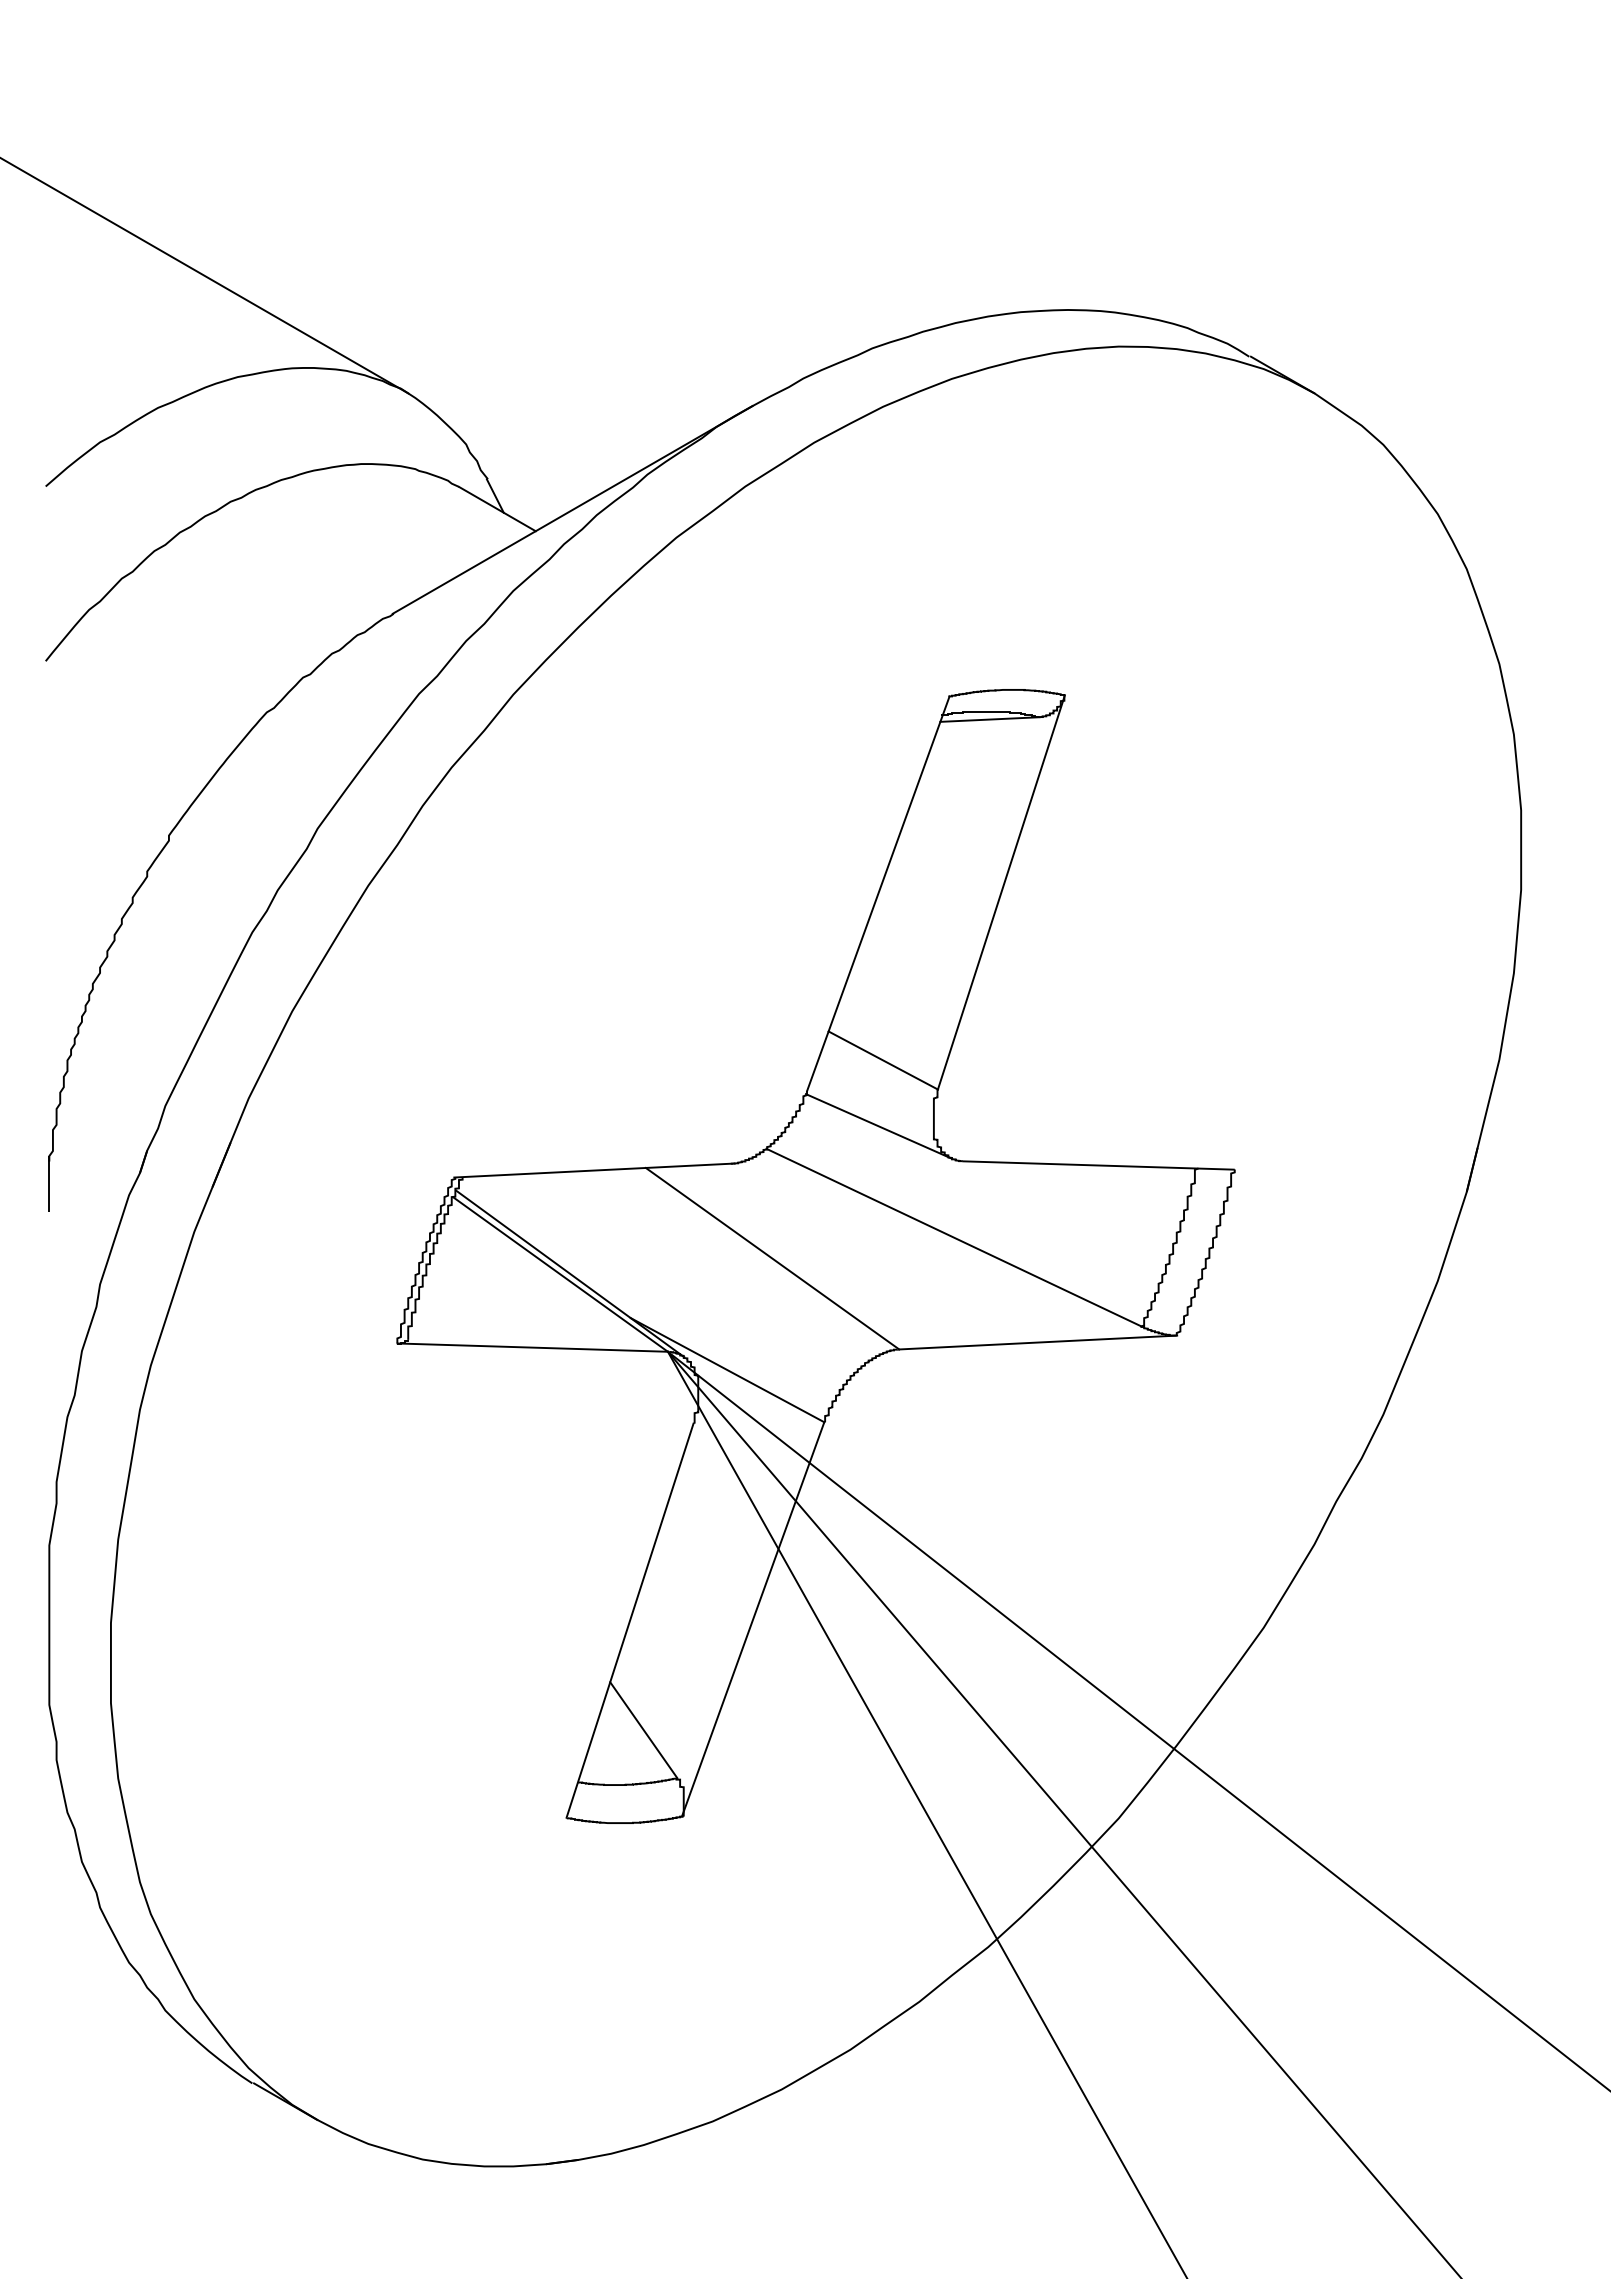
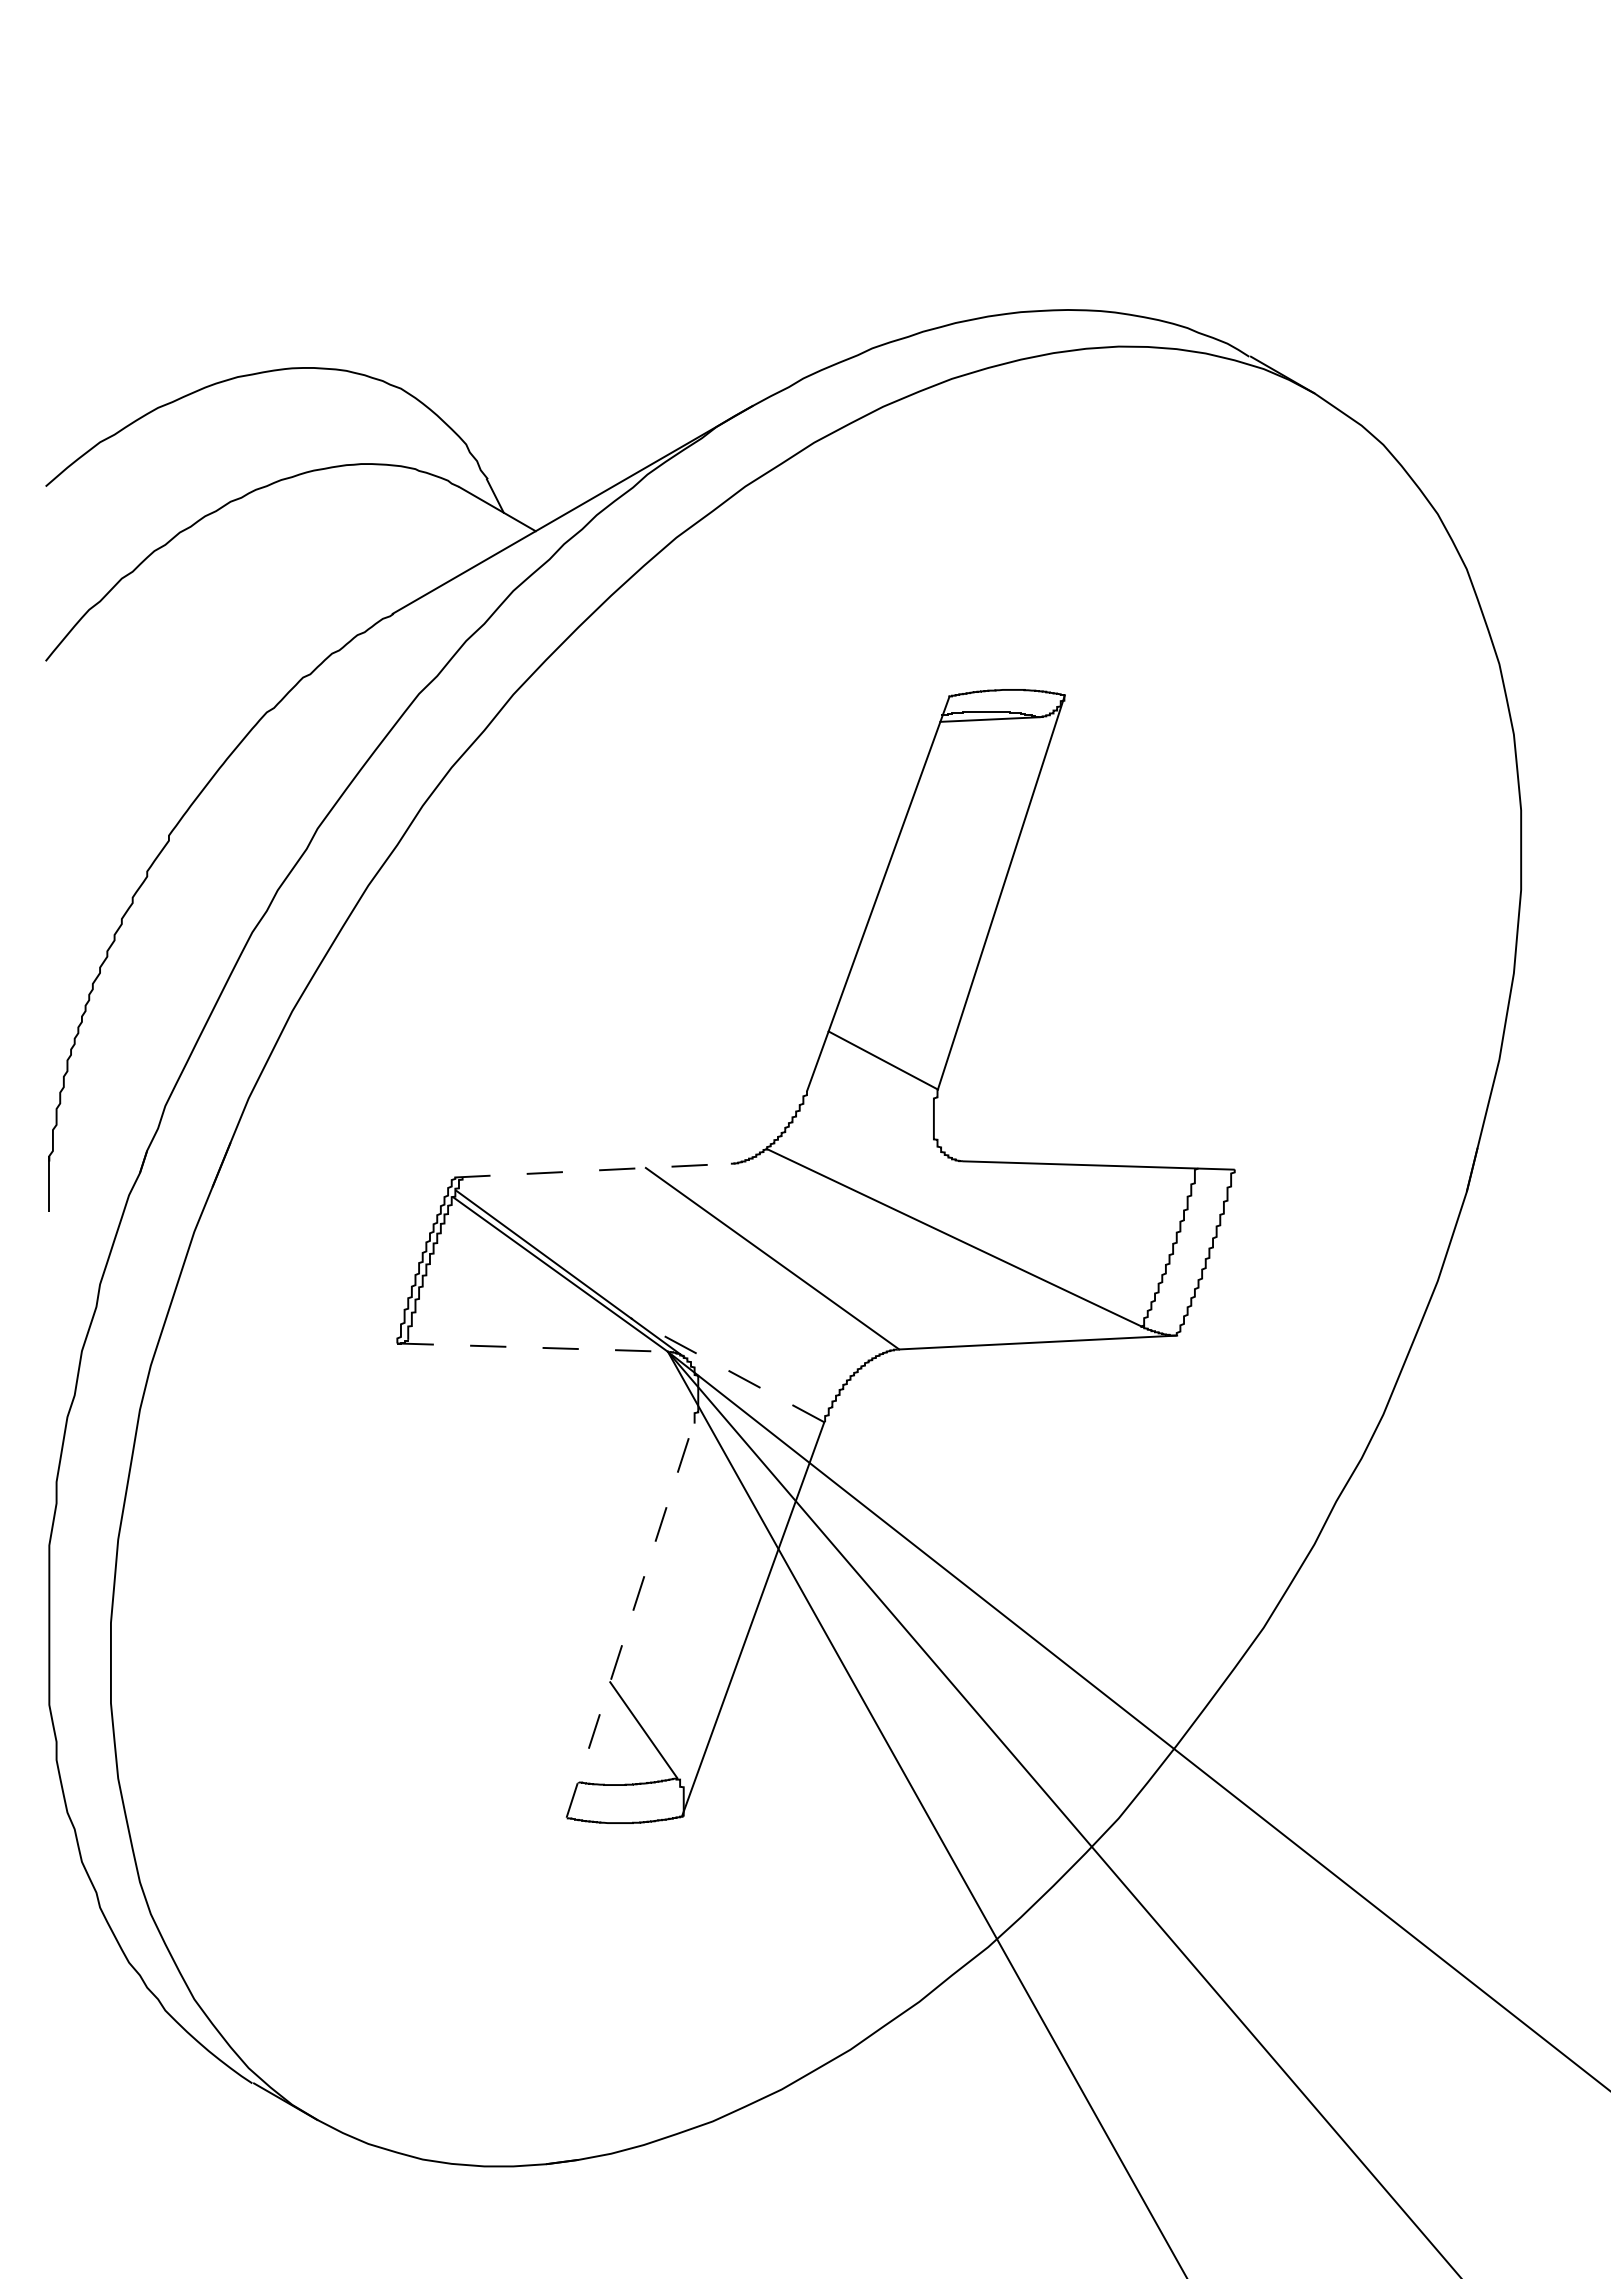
line at (205, 275): present -> none
line at (878, 1126): present -> none
line at (593, 1170): solid -> dashed
line at (533, 1347): solid -> dashed
line at (727, 1370): solid -> dashed
line at (630, 1620): solid -> dashed
